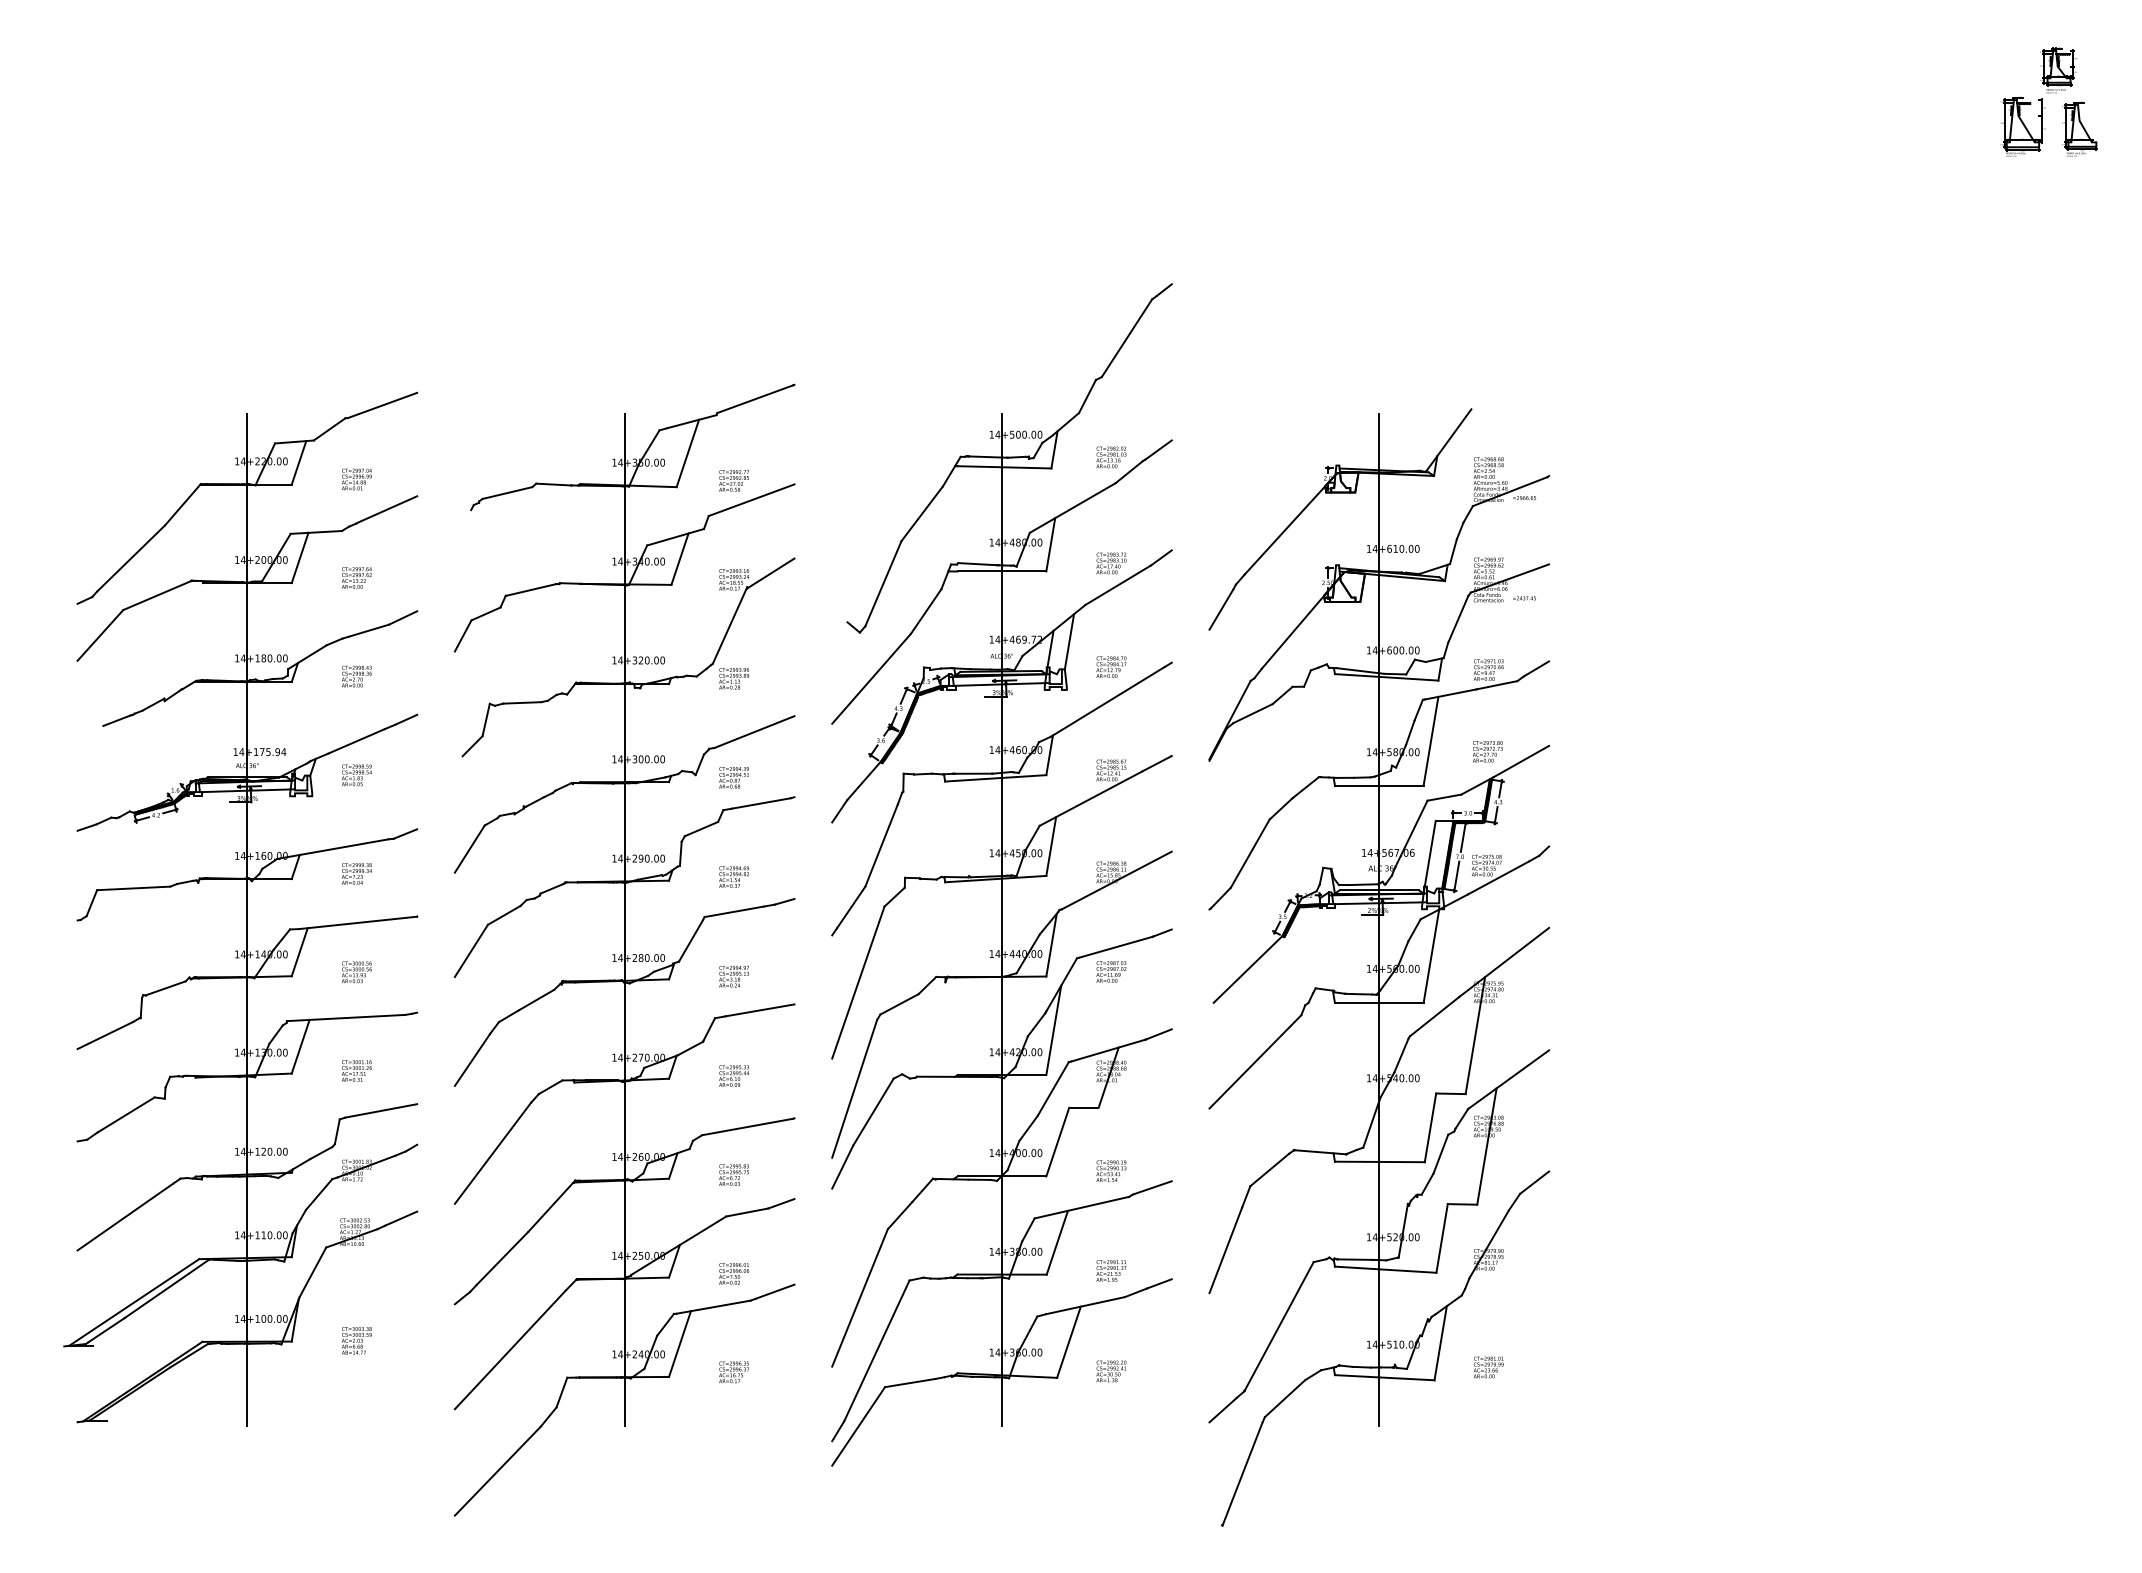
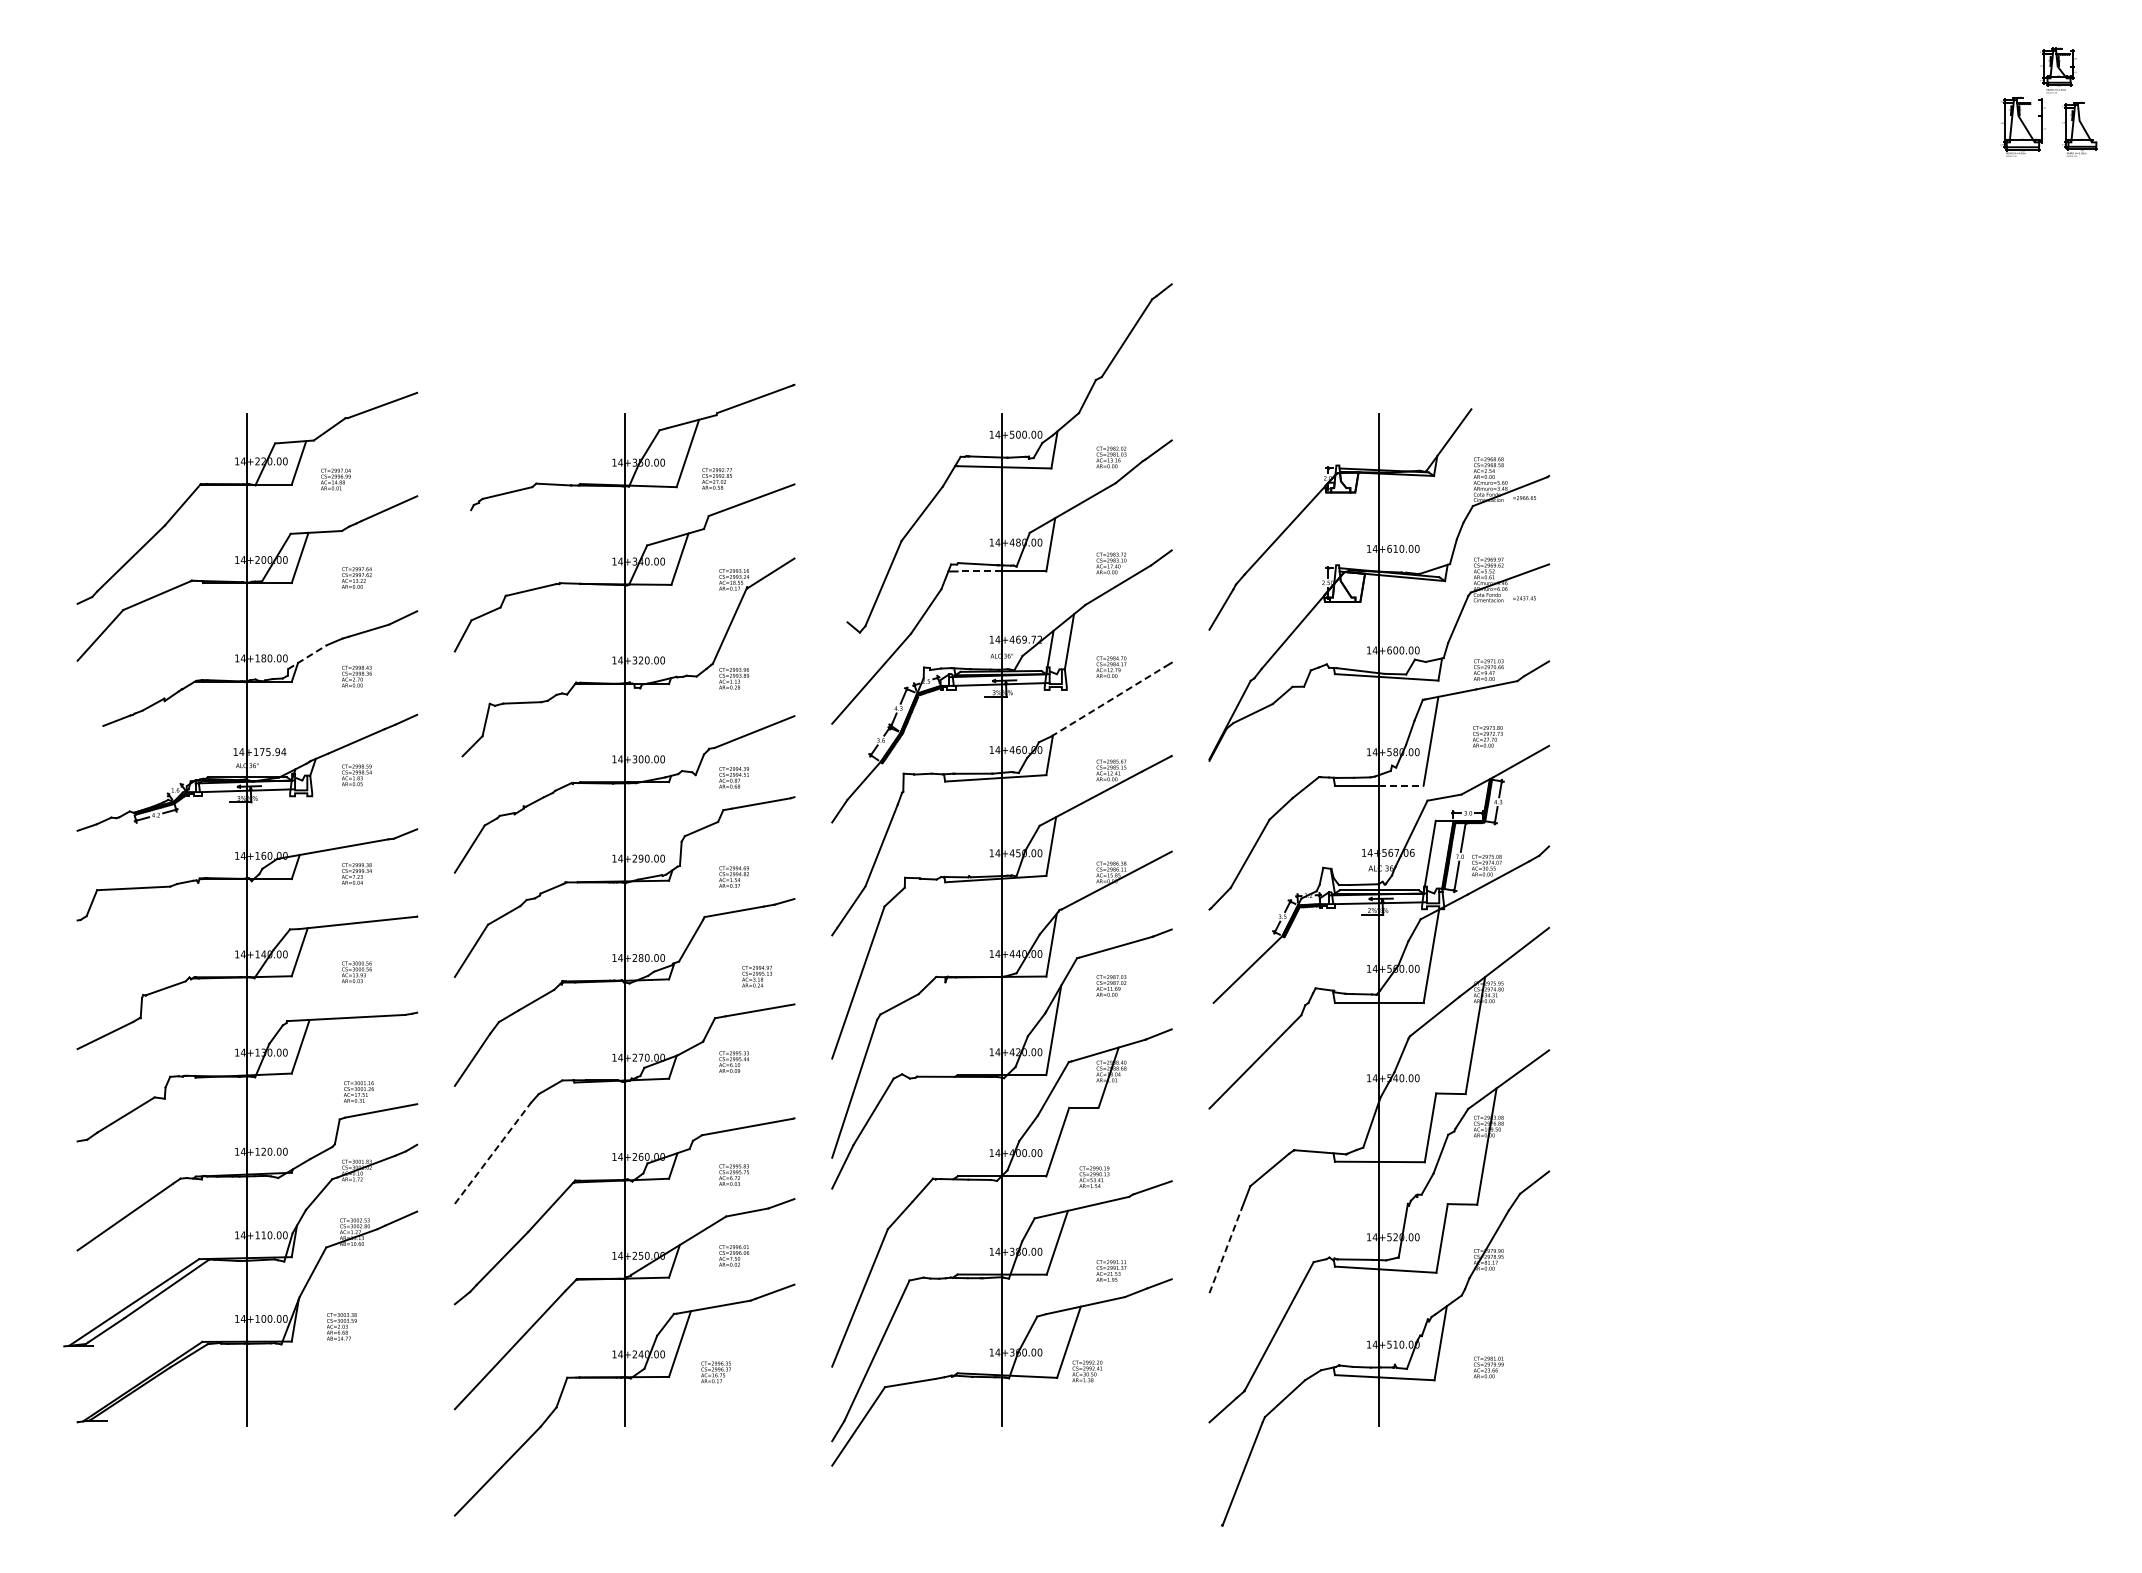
text at (356, 479) position: (356, 479) -> (335, 479)
text at (733, 480) position: (733, 480) -> (716, 478)
line at (979, 571): solid -> dashed
line at (307, 657): solid -> dashed
line at (1108, 701): solid -> dashed
text at (1487, 751) position: (1487, 751) -> (1487, 736)
line at (1401, 785): solid -> dashed
text at (1111, 971) position: (1111, 971) -> (1111, 985)
text at (734, 976) position: (734, 976) -> (757, 976)
text at (356, 1070) position: (356, 1070) -> (358, 1091)
text at (733, 1075) position: (733, 1075) -> (733, 1061)
line at (493, 1152): solid -> dashed
text at (1111, 1170) position: (1111, 1170) -> (1094, 1176)
line at (1225, 1250): solid -> dashed
text at (734, 1273) position: (734, 1273) -> (734, 1255)
text at (356, 1340) position: (356, 1340) -> (341, 1326)
text at (1111, 1371) position: (1111, 1371) -> (1087, 1371)
text at (733, 1372) position: (733, 1372) -> (715, 1372)
